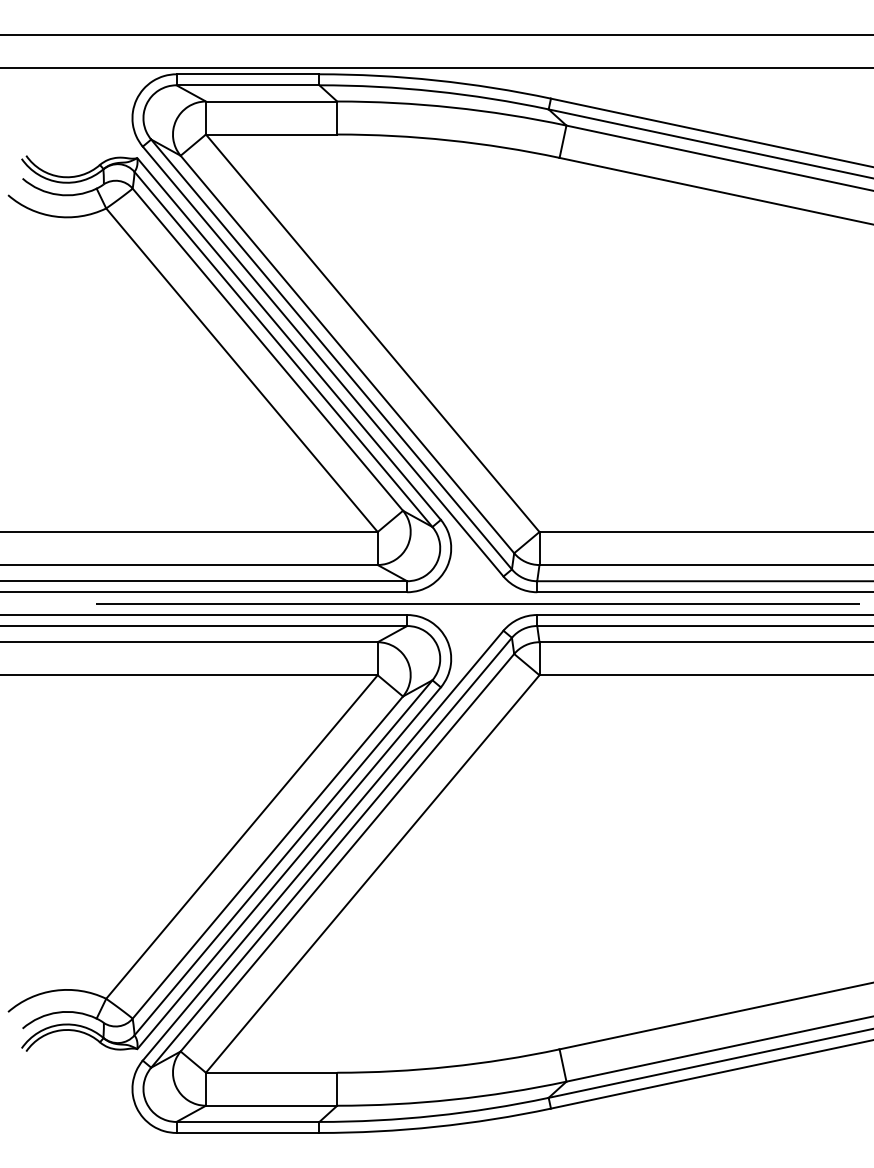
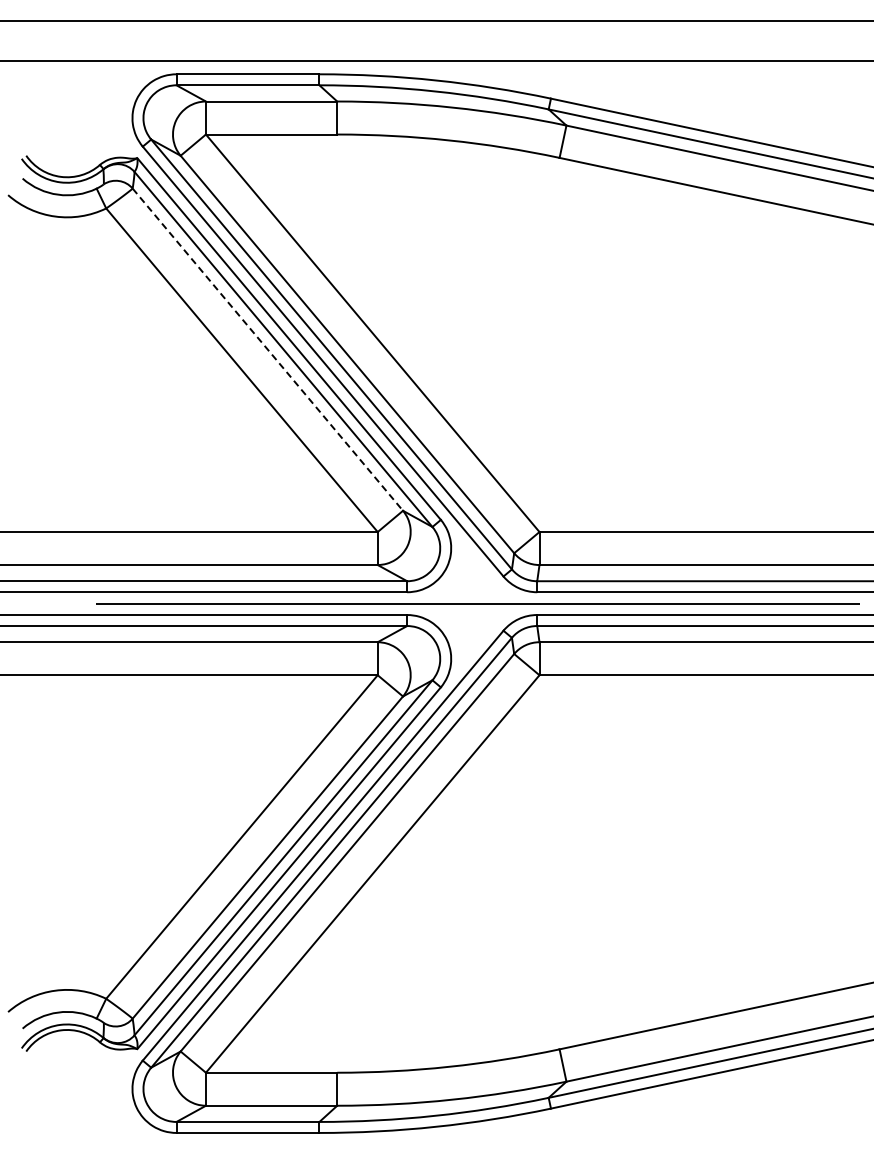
line at (436, 35) position: (436, 35) -> (436, 21)
line at (436, 68) position: (436, 68) -> (436, 61)
line at (268, 350): solid -> dashed
